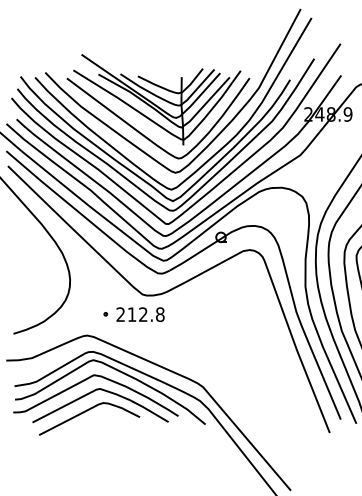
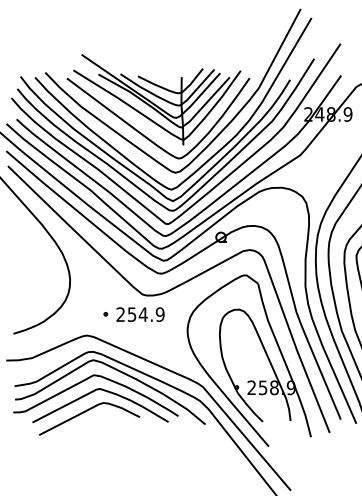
text at (145, 314): 212.8 -> 254.9
part at (264, 352): none -> present
